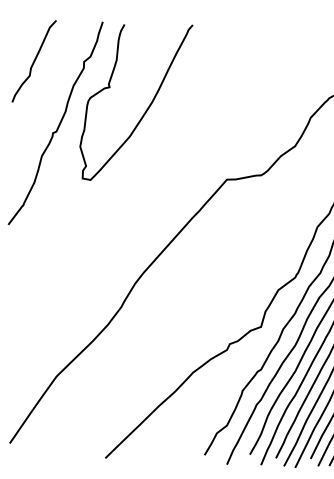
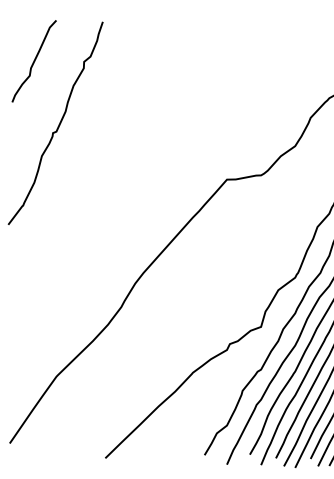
curve at (145, 110): present -> none
